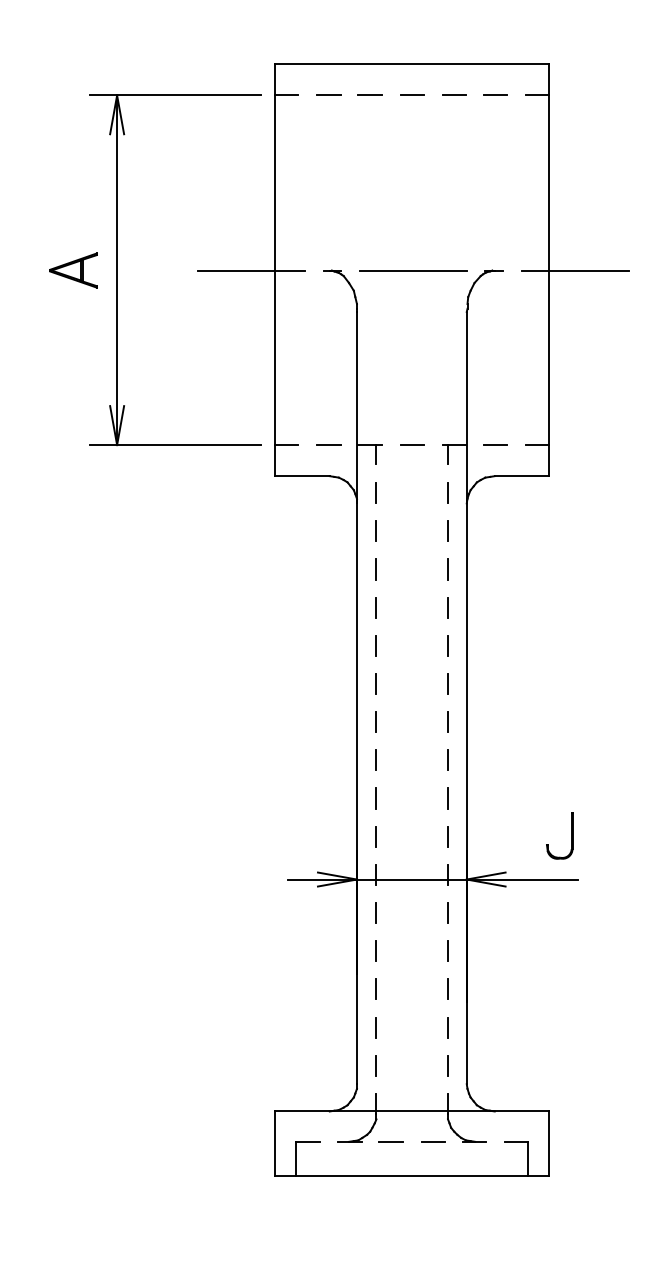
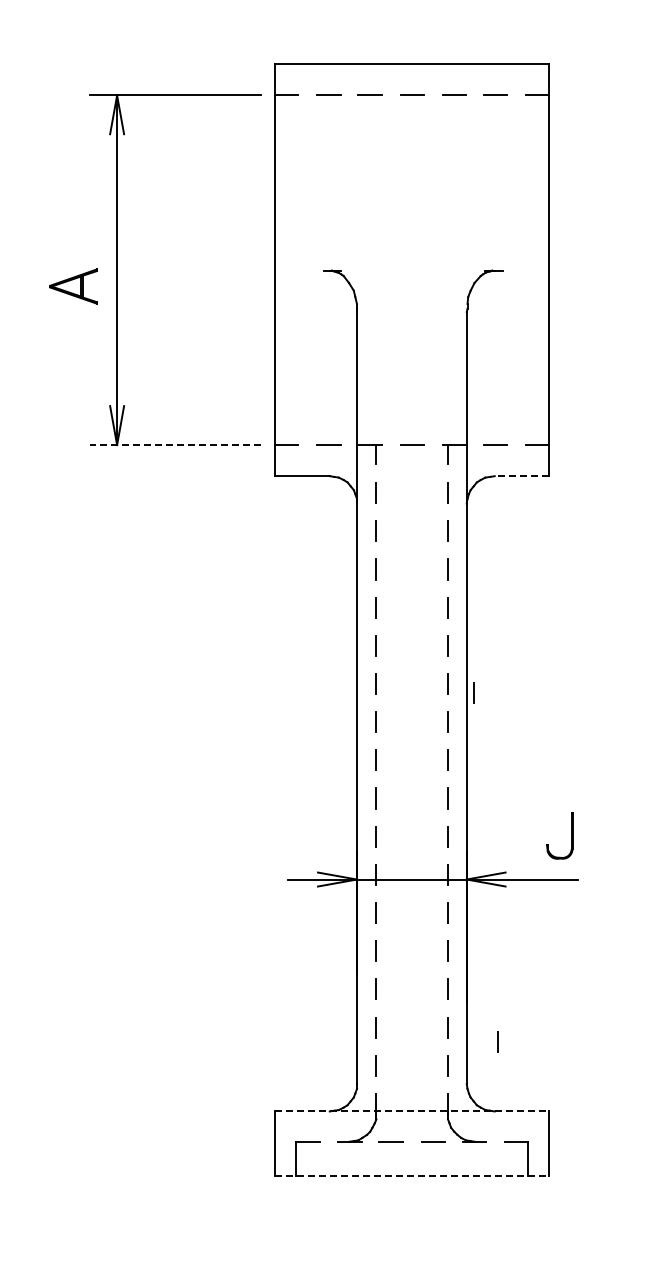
part at (73, 270) position: (73, 270) -> (73, 286)
line at (251, 270): present -> none
line at (413, 270): present -> none
line at (574, 270): present -> none
line at (175, 445): solid -> dashed
line at (521, 476): solid -> dashed
line at (473, 692): none -> present
line at (497, 1041): none -> present
line at (412, 1111): solid -> dashed
line at (412, 1176): solid -> dashed
